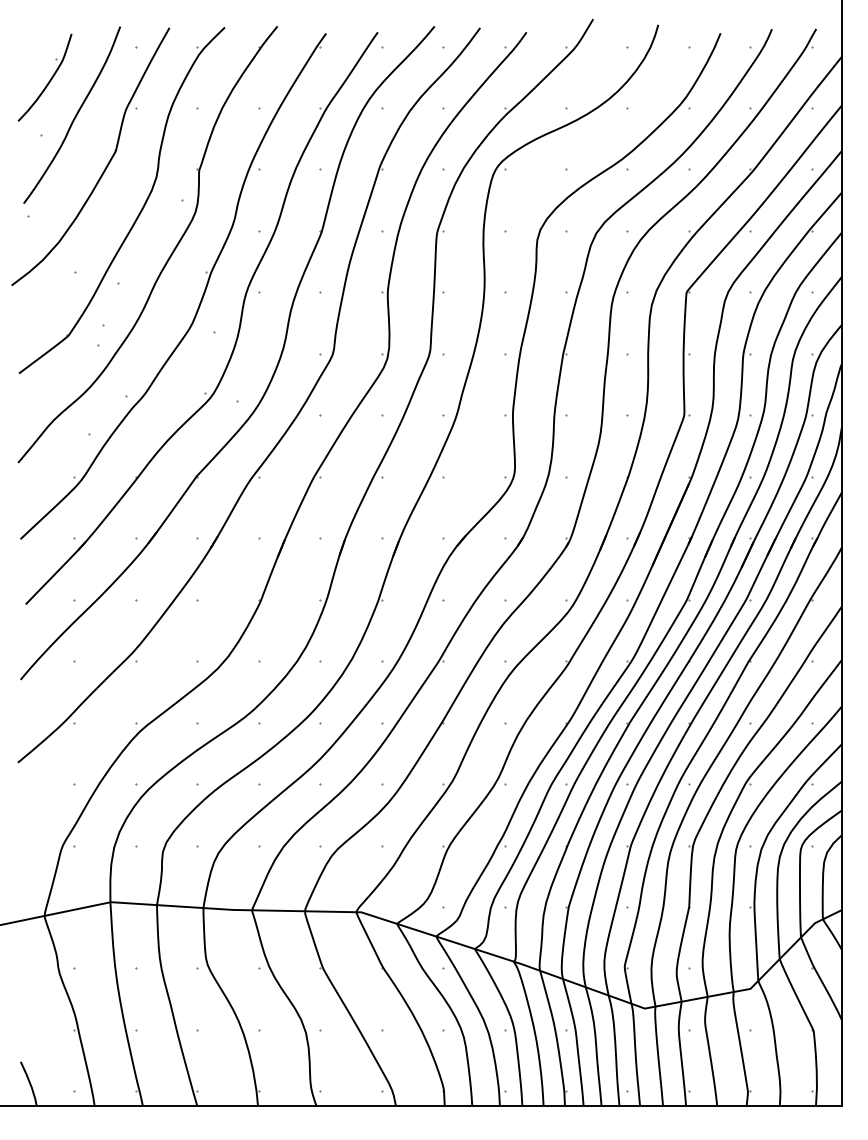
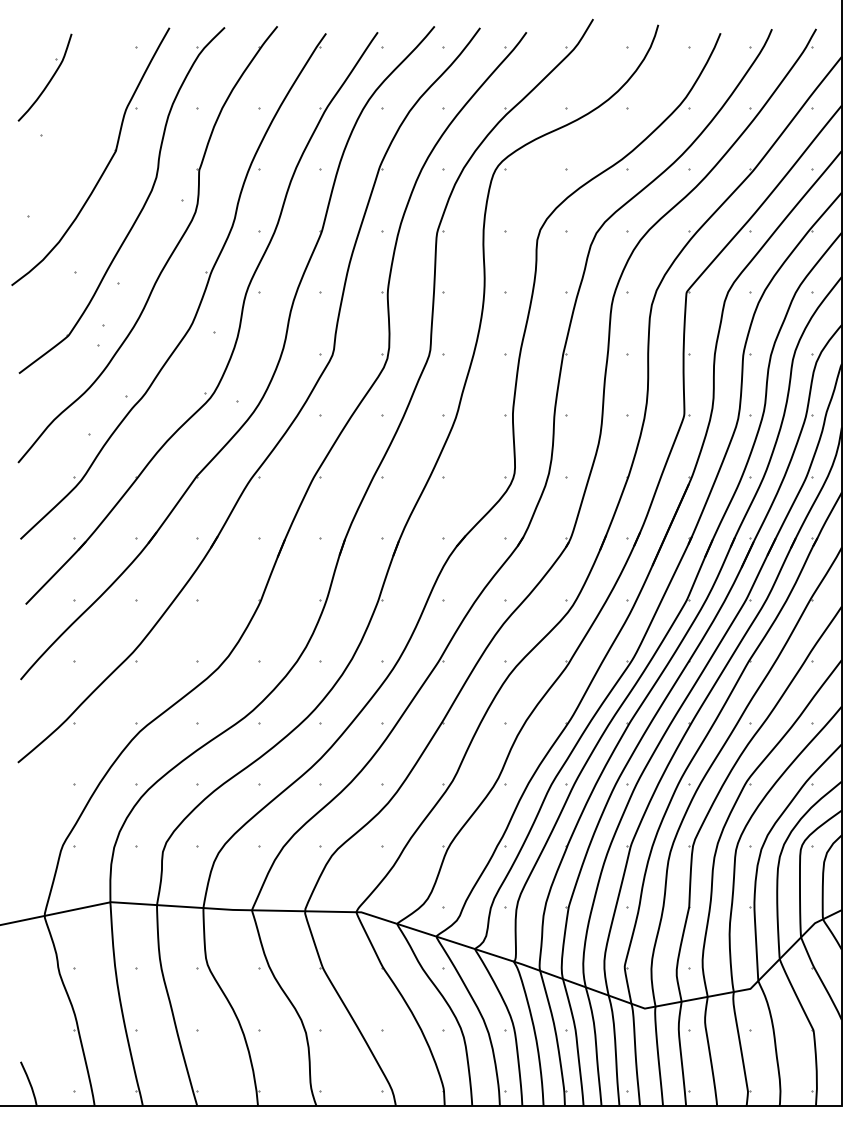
curve at (74, 116): present -> none
